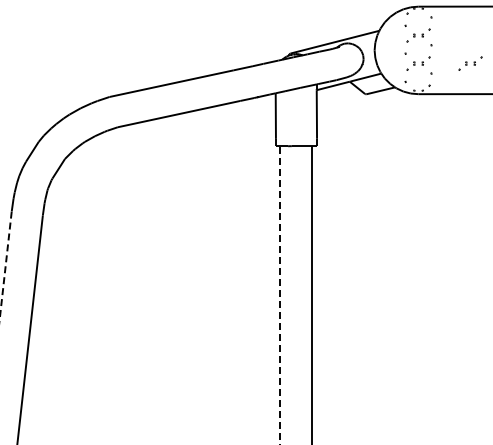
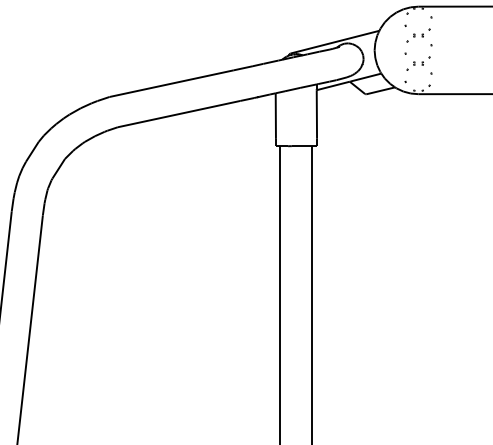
part at (470, 63): present -> none
line at (5, 263): dashed -> solid
line at (280, 294): dashed -> solid
